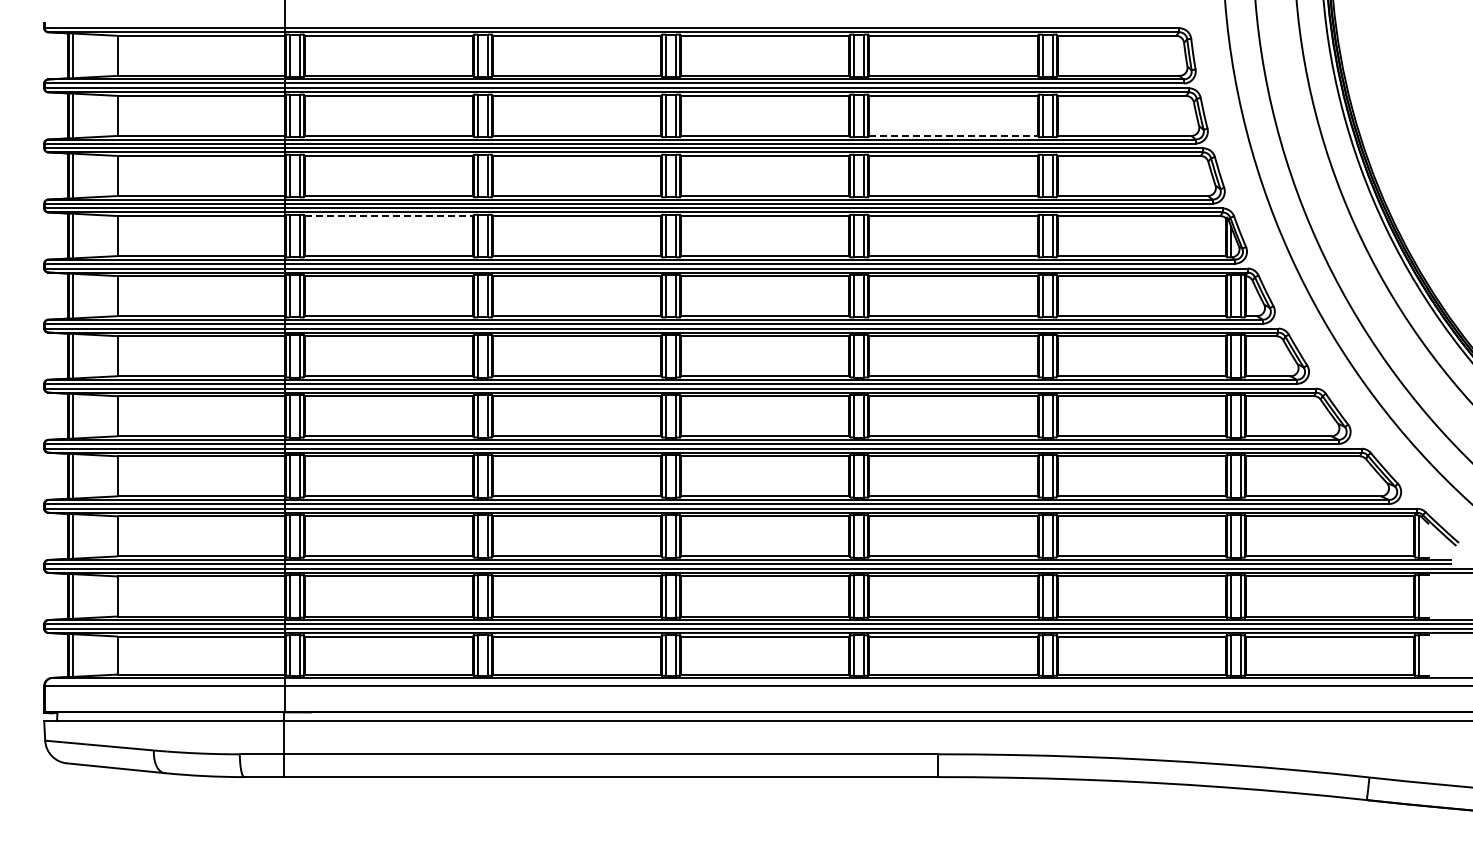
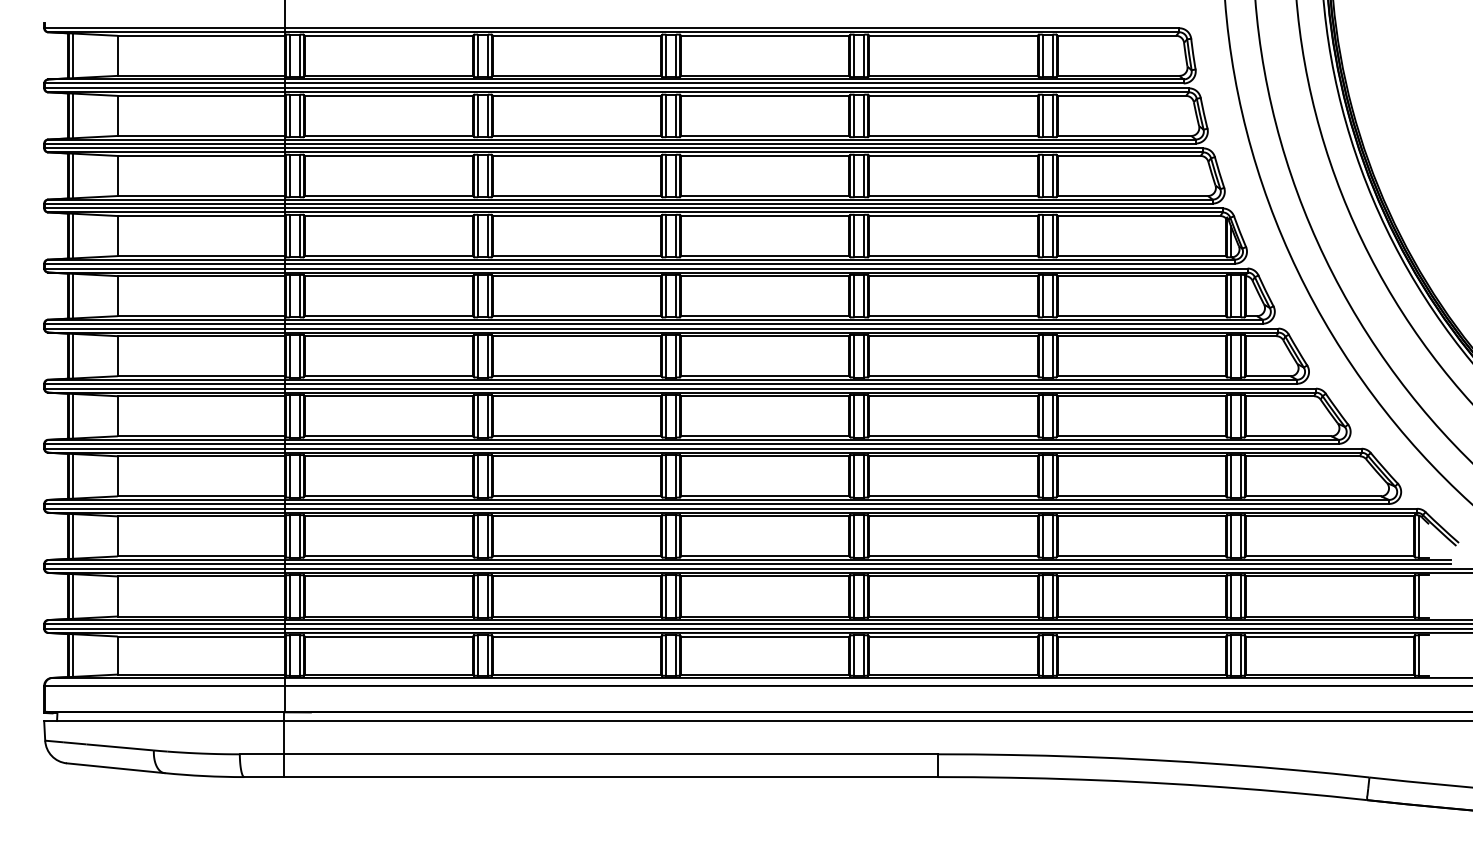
line at (954, 135): dashed -> solid
line at (389, 216): dashed -> solid
